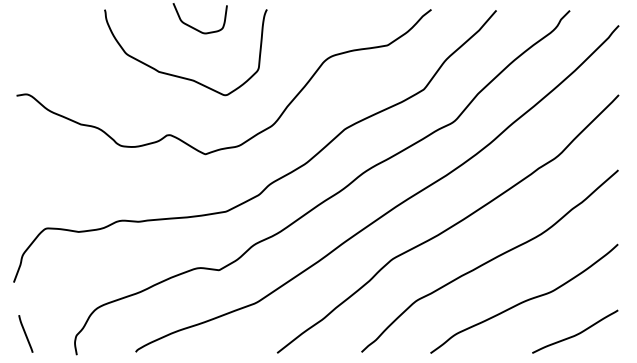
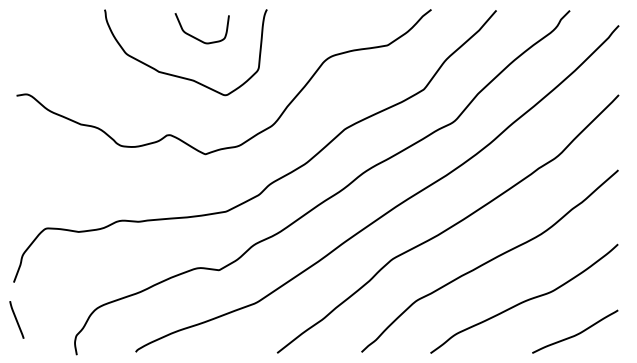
curve at (194, 27) position: (194, 27) -> (196, 37)
line at (25, 333) position: (25, 333) -> (16, 319)
